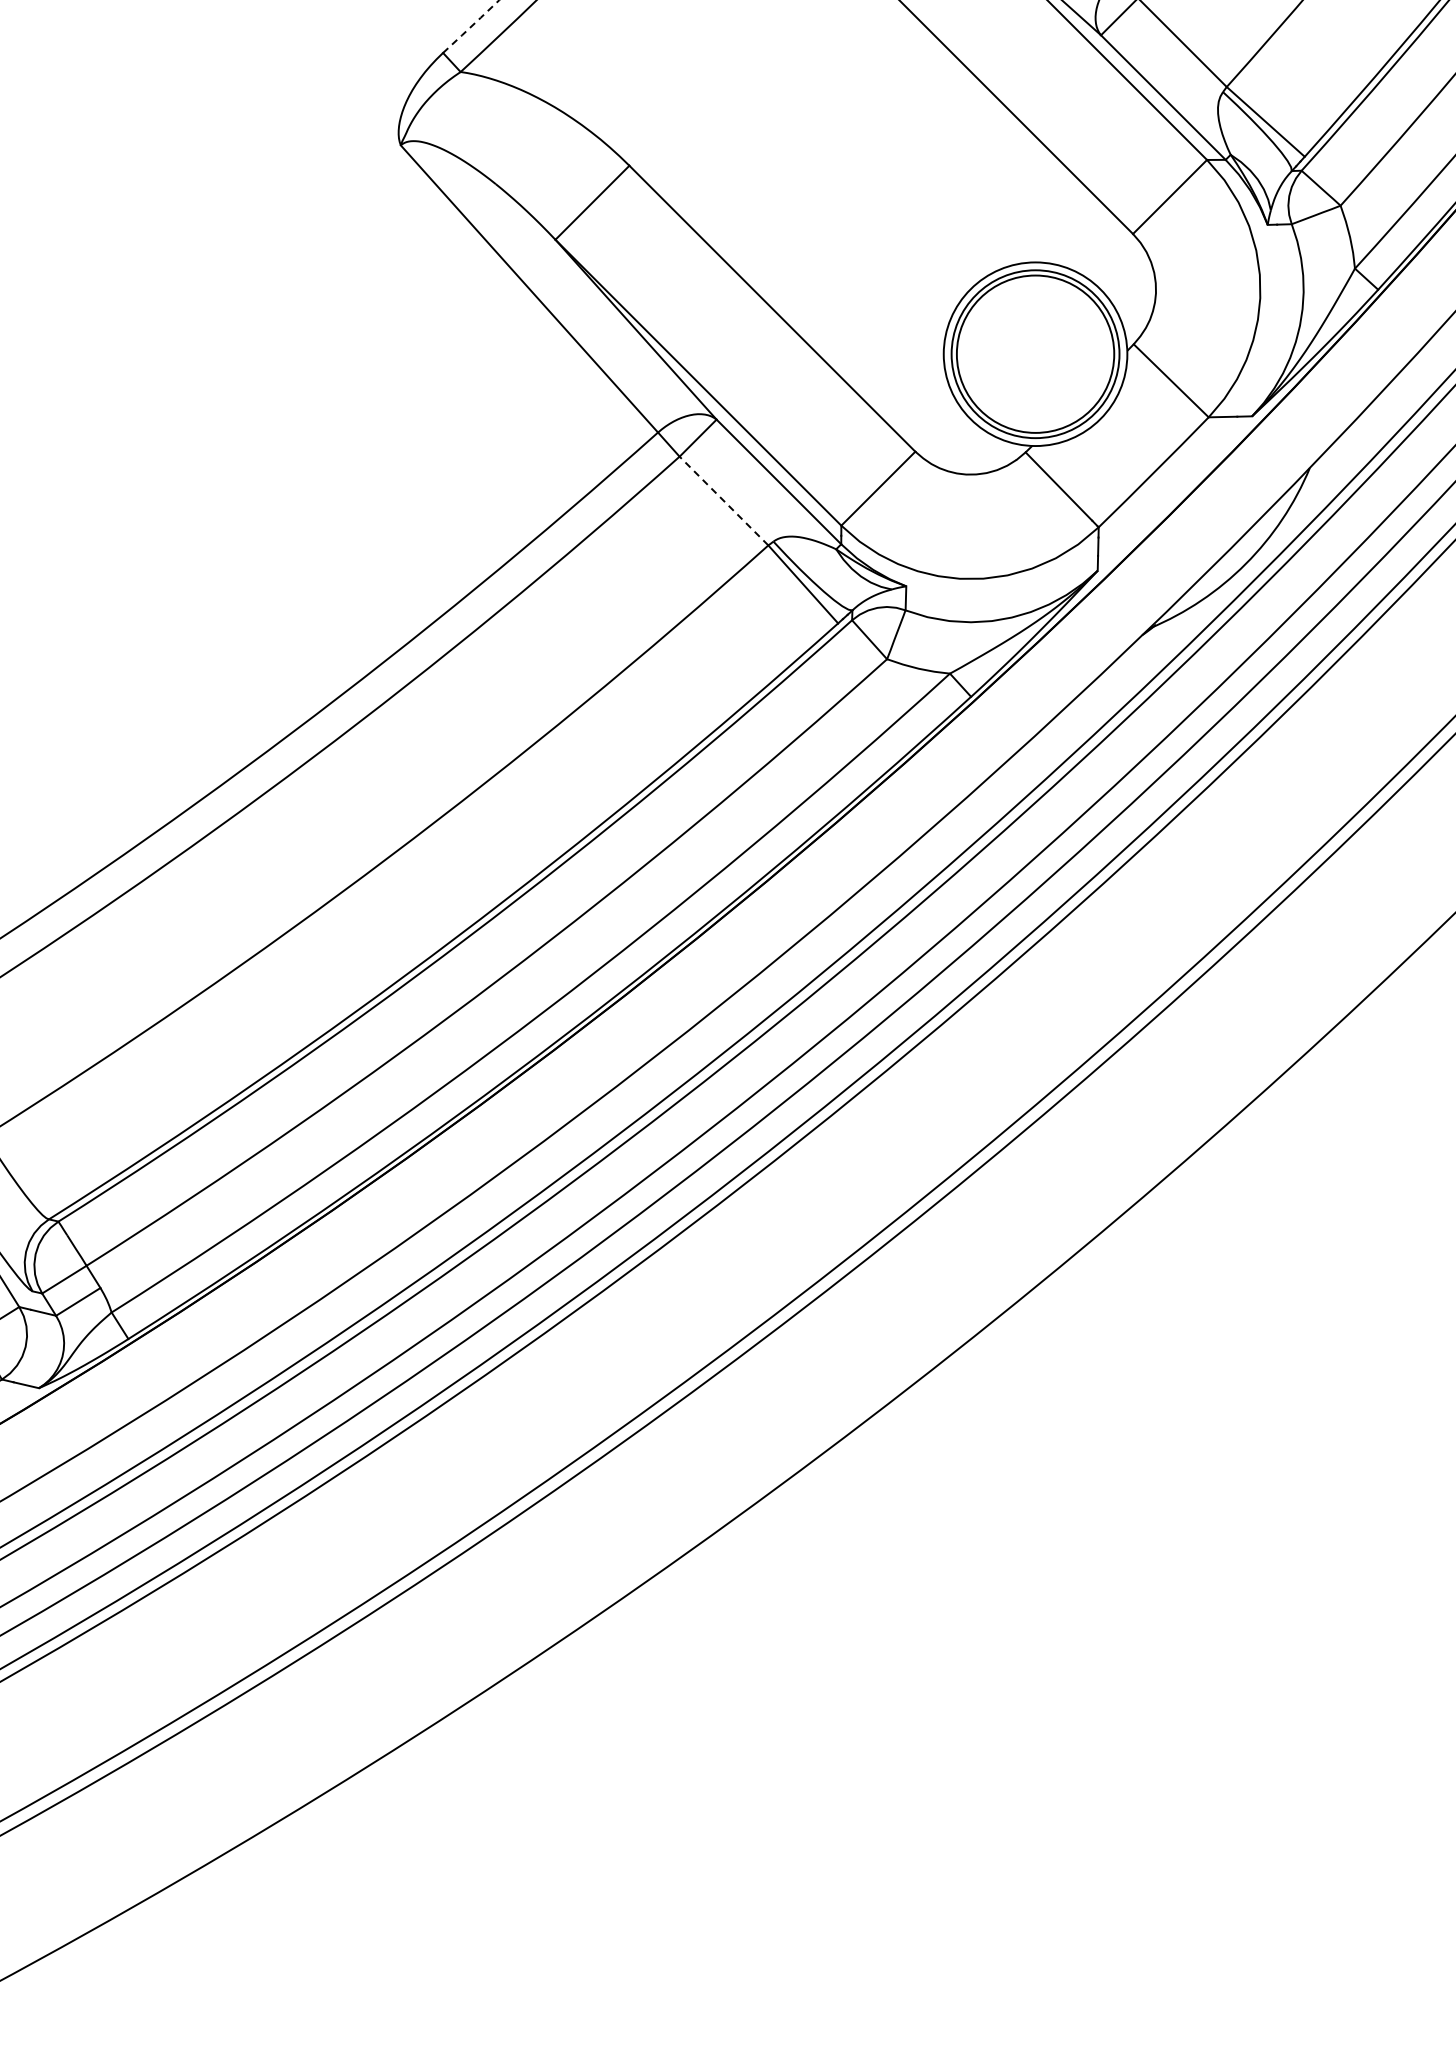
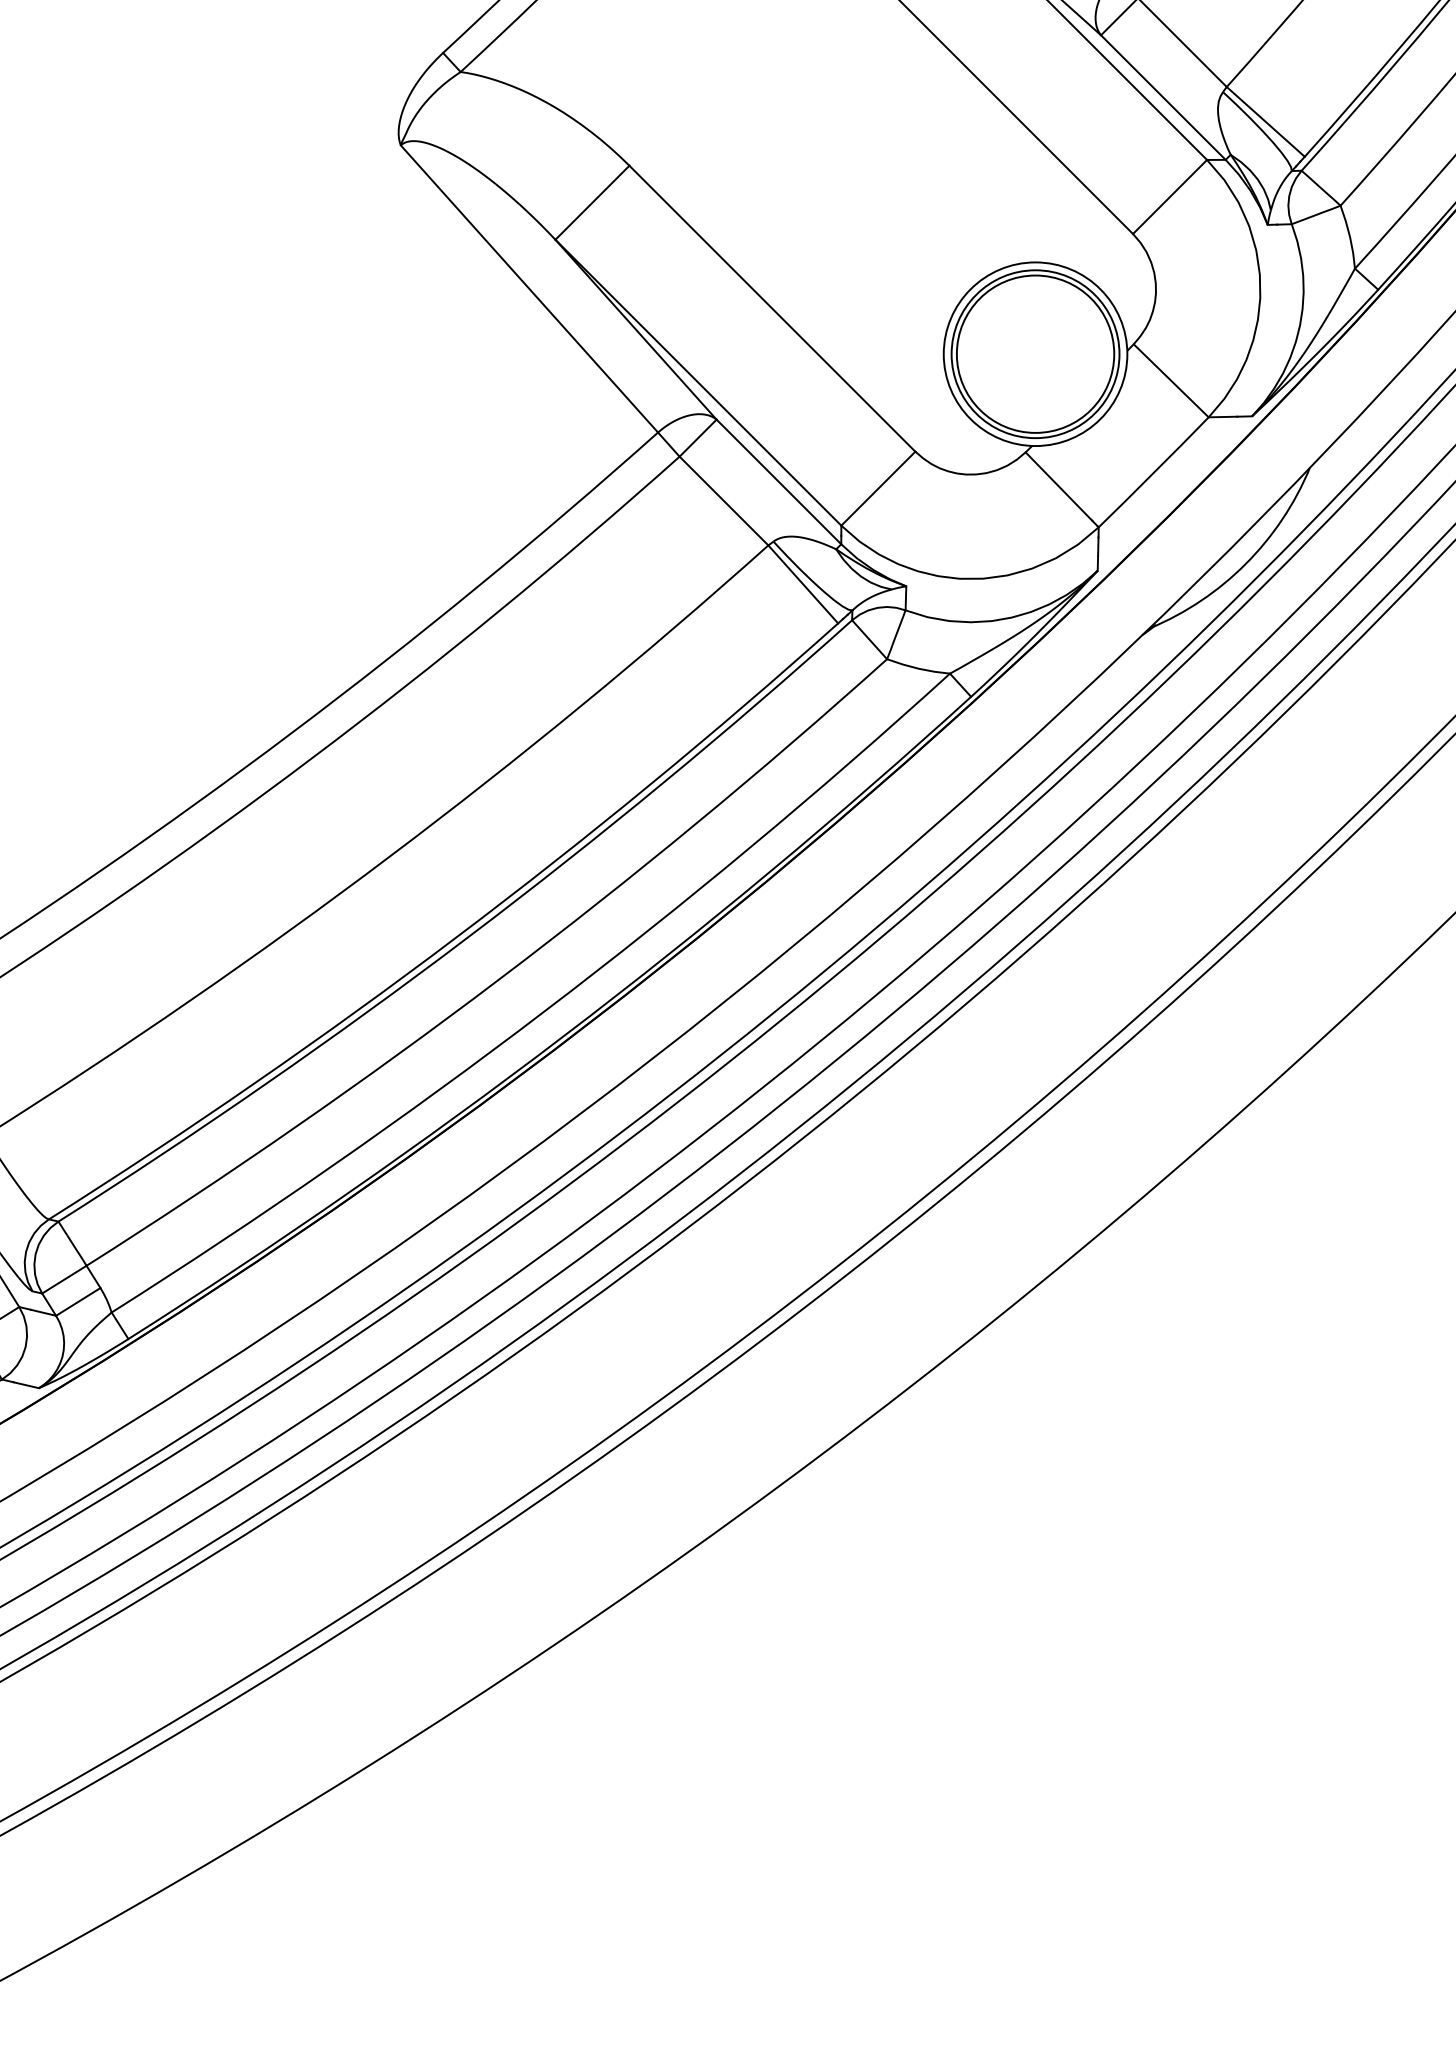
arc at (472, 25): dashed -> solid
line at (723, 501): dashed -> solid
